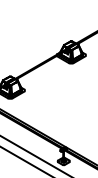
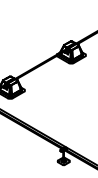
line at (34, 155): present -> none
line at (25, 160): present -> none
